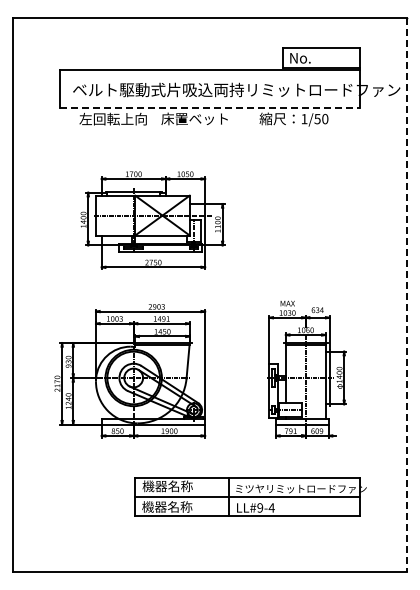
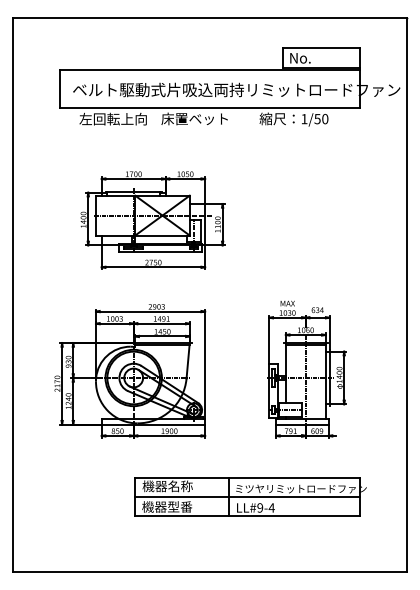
line at (210, 108): dashed -> solid
line at (407, 295): dashed -> solid
text at (180, 506): 機器名称 -> 機器型番
